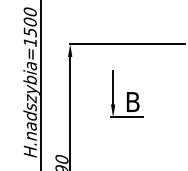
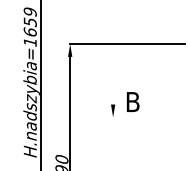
text at (29, 22): H.nadszybia=1500 -> H.nadszybia=1659
line at (113, 87): present -> none
line at (127, 117): present -> none
